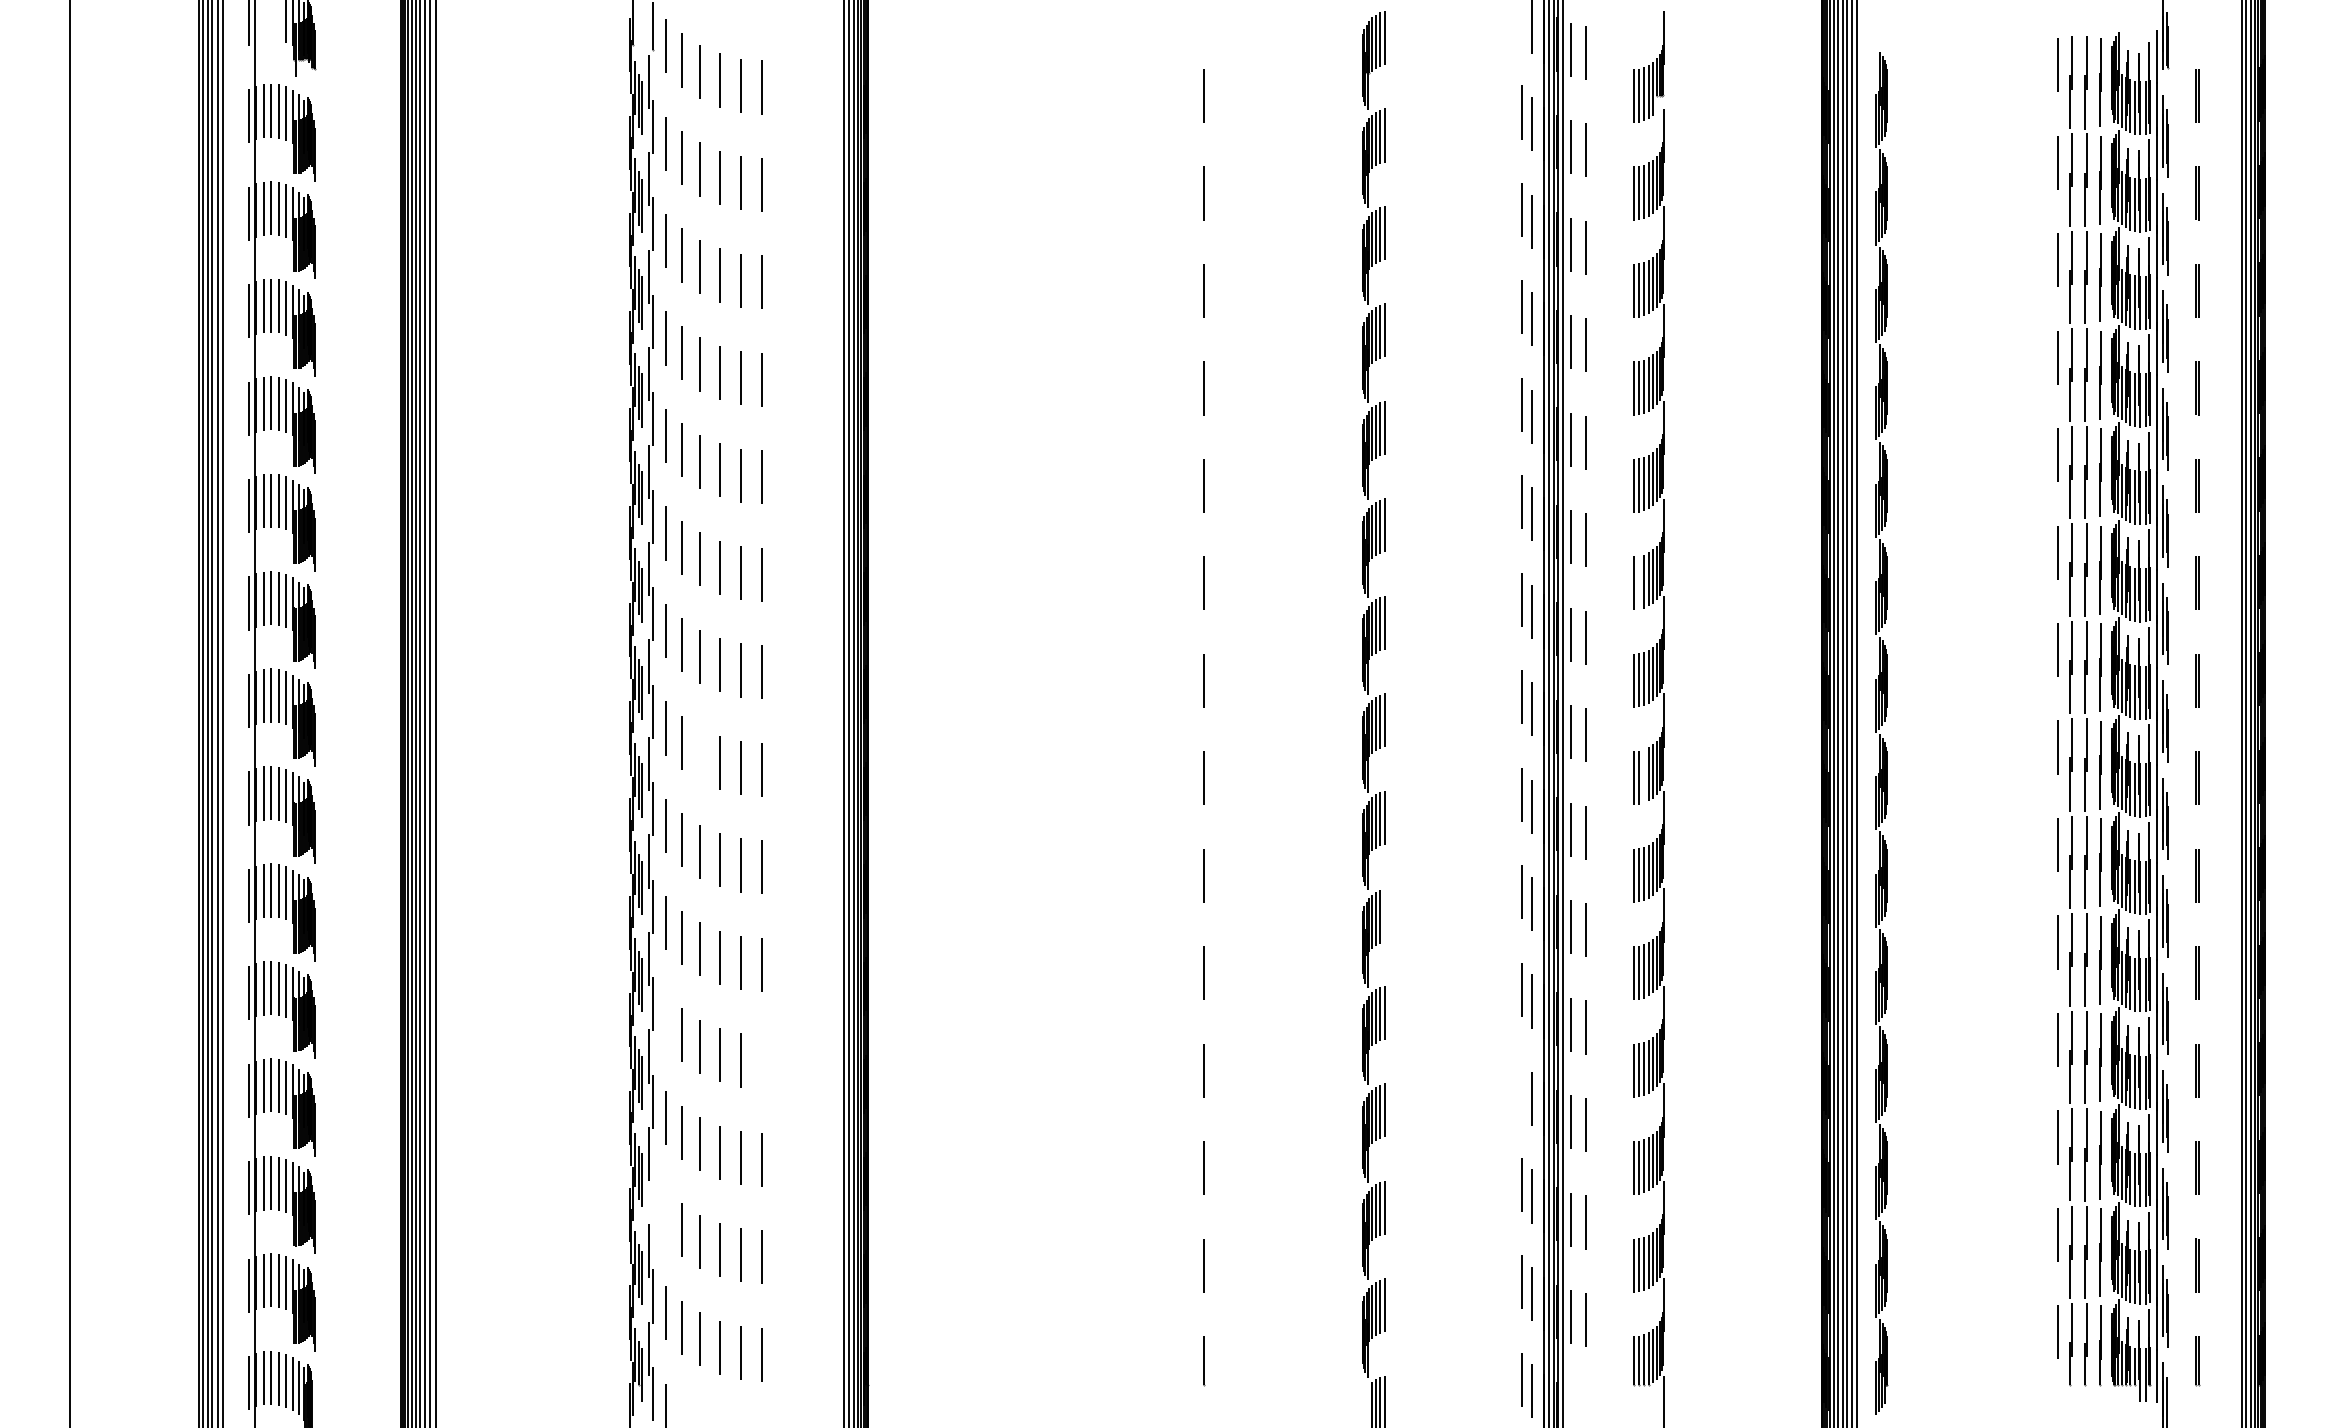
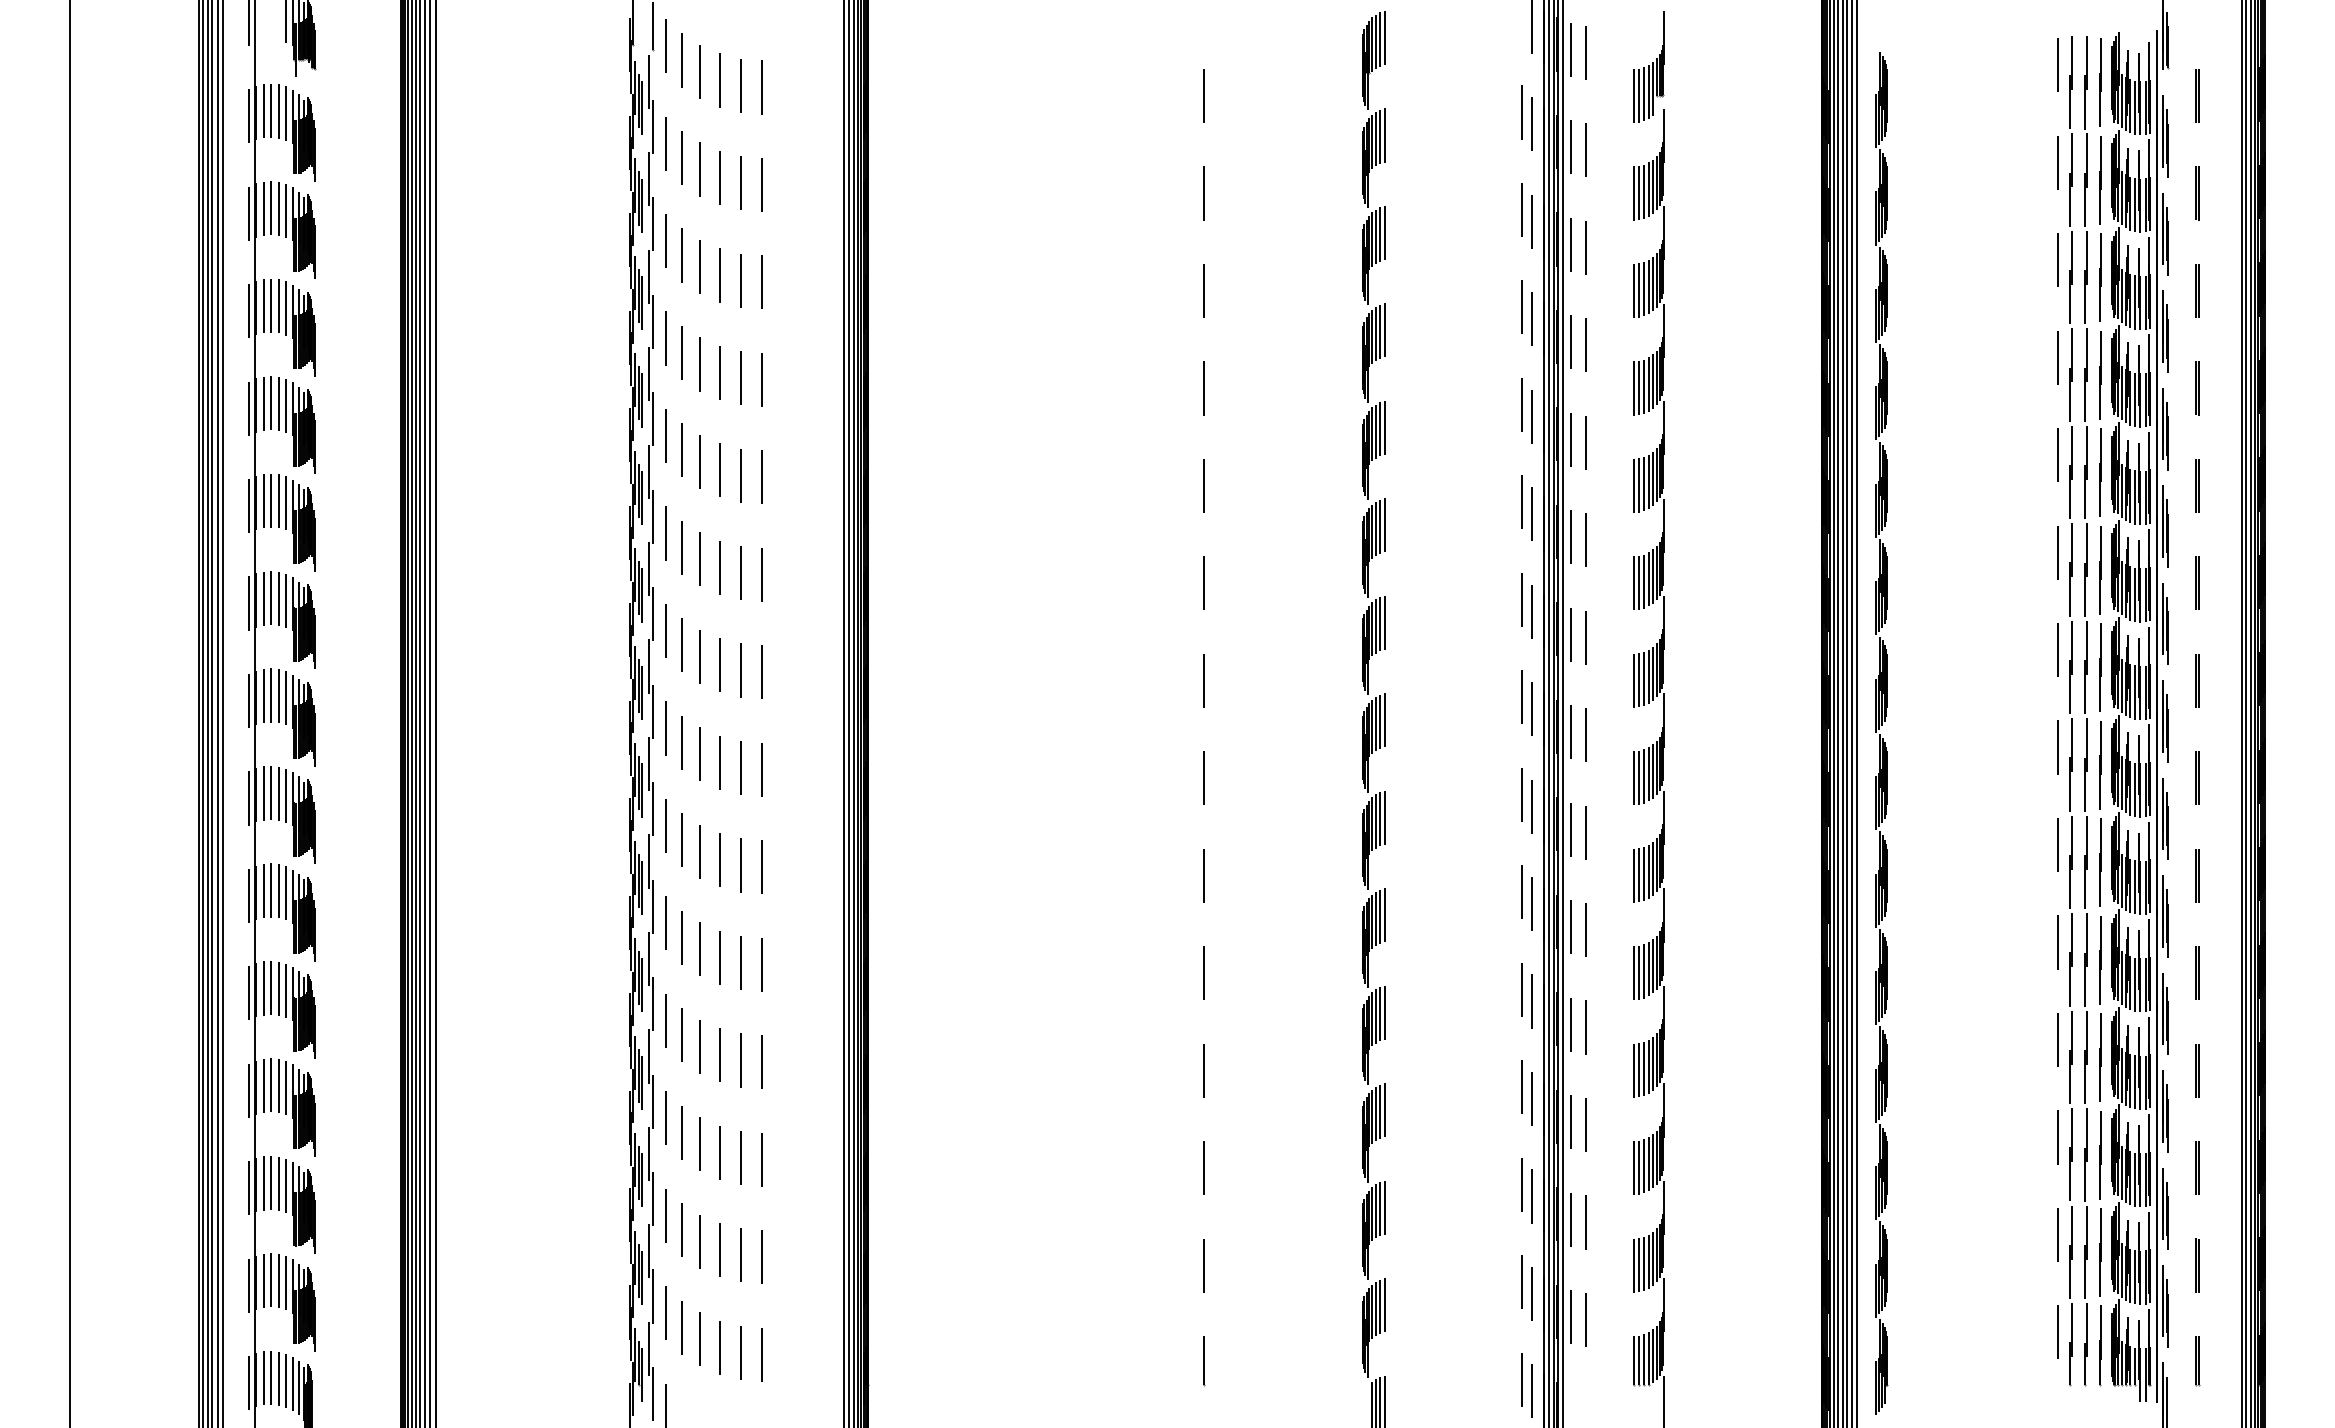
line at (1639, 582): none -> present
line at (700, 754): none -> present
line at (1644, 776): none -> present
line at (1384, 915): none -> present
line at (666, 1020): none -> present
line at (762, 1062): none -> present
line at (1521, 1086): none -> present
line at (652, 1199): none -> present
line at (666, 1215): none -> present
